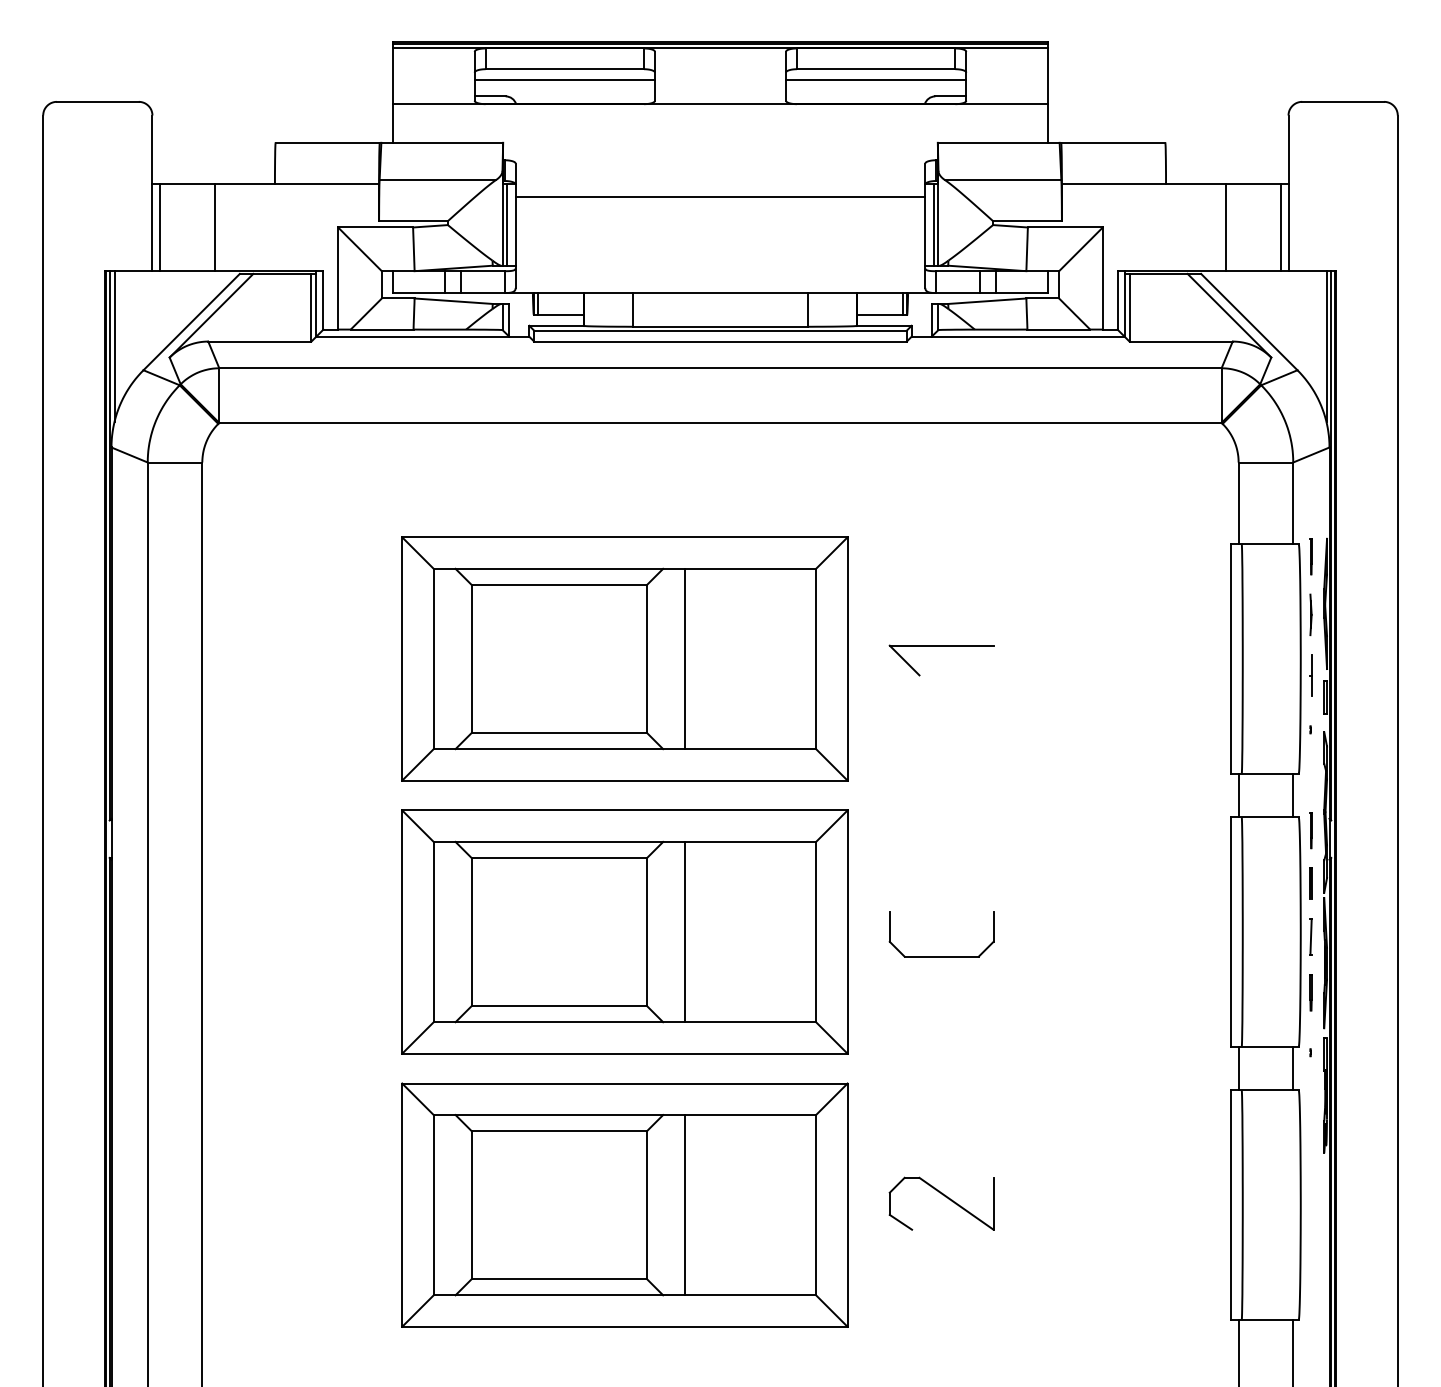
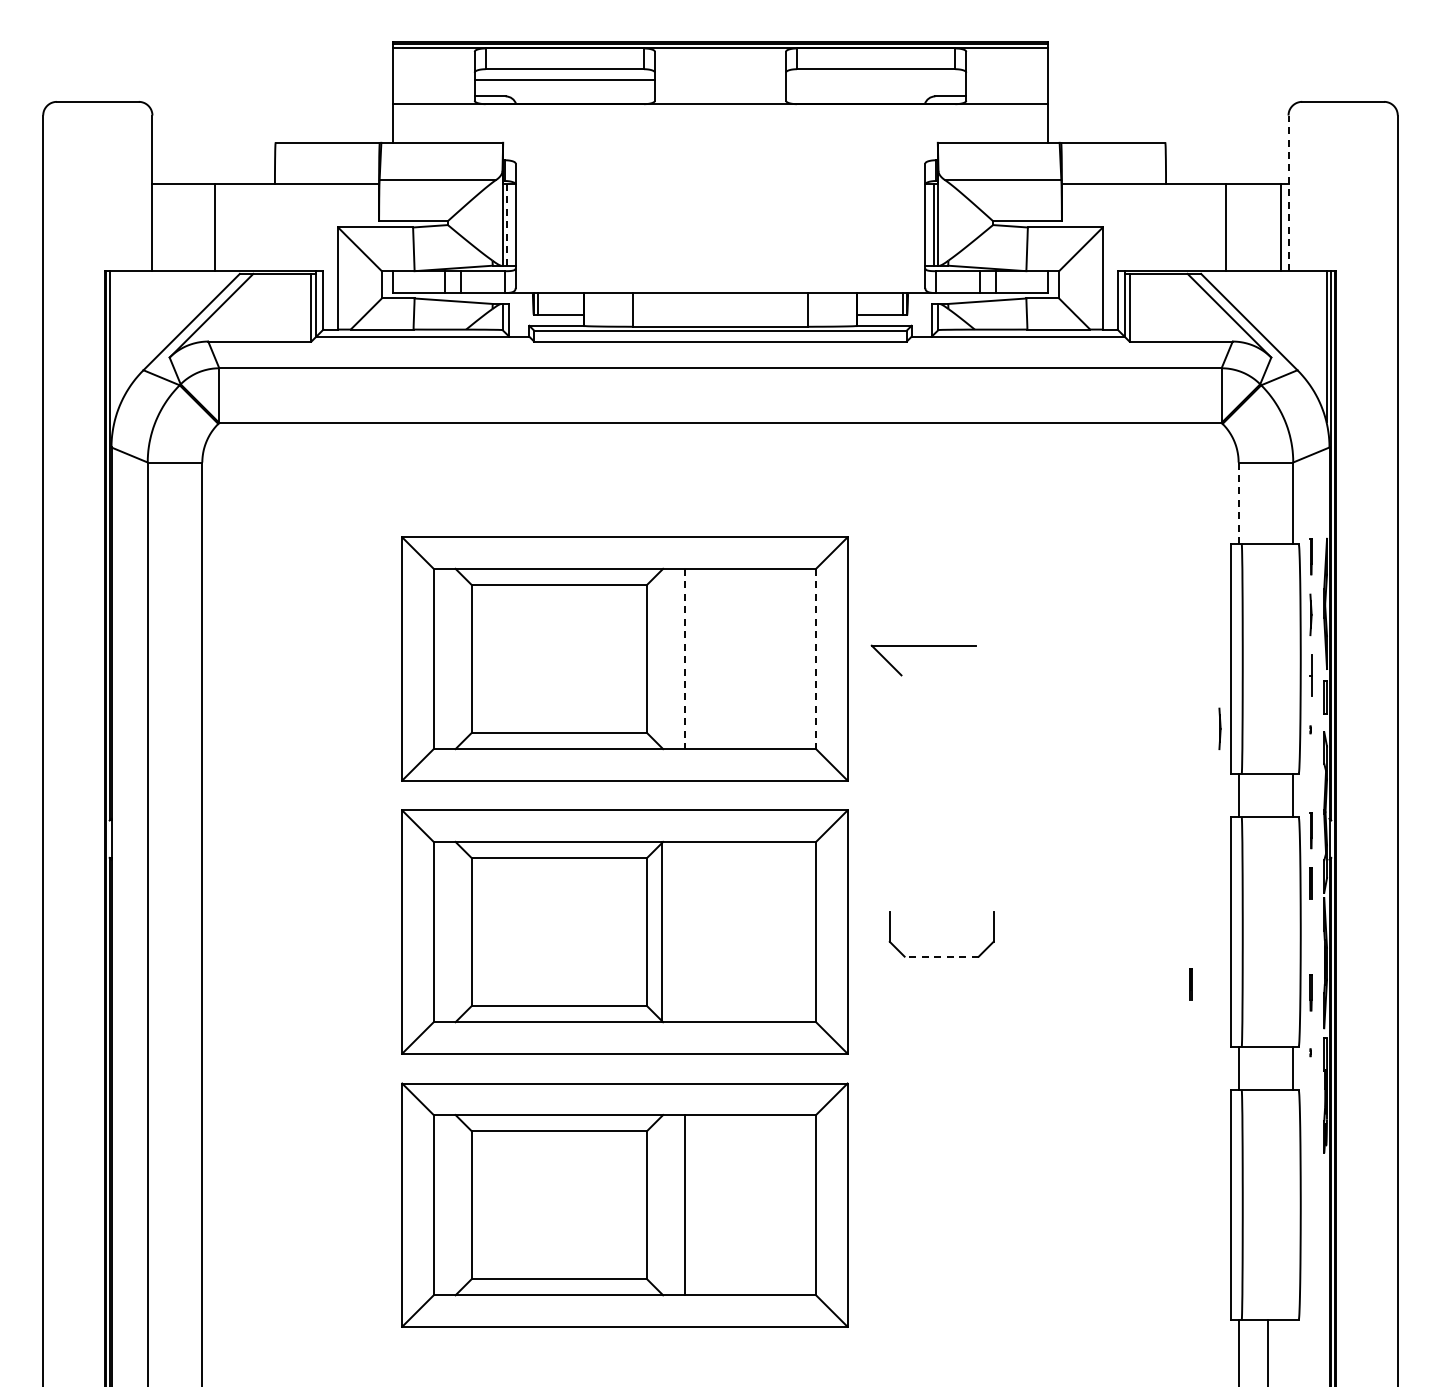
line at (876, 80): present -> none
line at (1288, 193): solid -> dashed
line at (720, 197): present -> none
line at (507, 224): solid -> dashed
line at (160, 227): present -> none
line at (114, 346): present -> none
line at (1238, 503): solid -> dashed
part at (941, 646) position: (941, 646) -> (923, 646)
line at (684, 659): solid -> dashed
line at (816, 659): solid -> dashed
line at (1219, 728): none -> present
line at (684, 931) position: (684, 931) -> (661, 931)
part at (1310, 936): present -> none
line at (941, 956): solid -> dashed
line at (1190, 984): none -> present
part at (945, 1197): present -> none
line at (1293, 1351) position: (1293, 1351) -> (1268, 1351)
